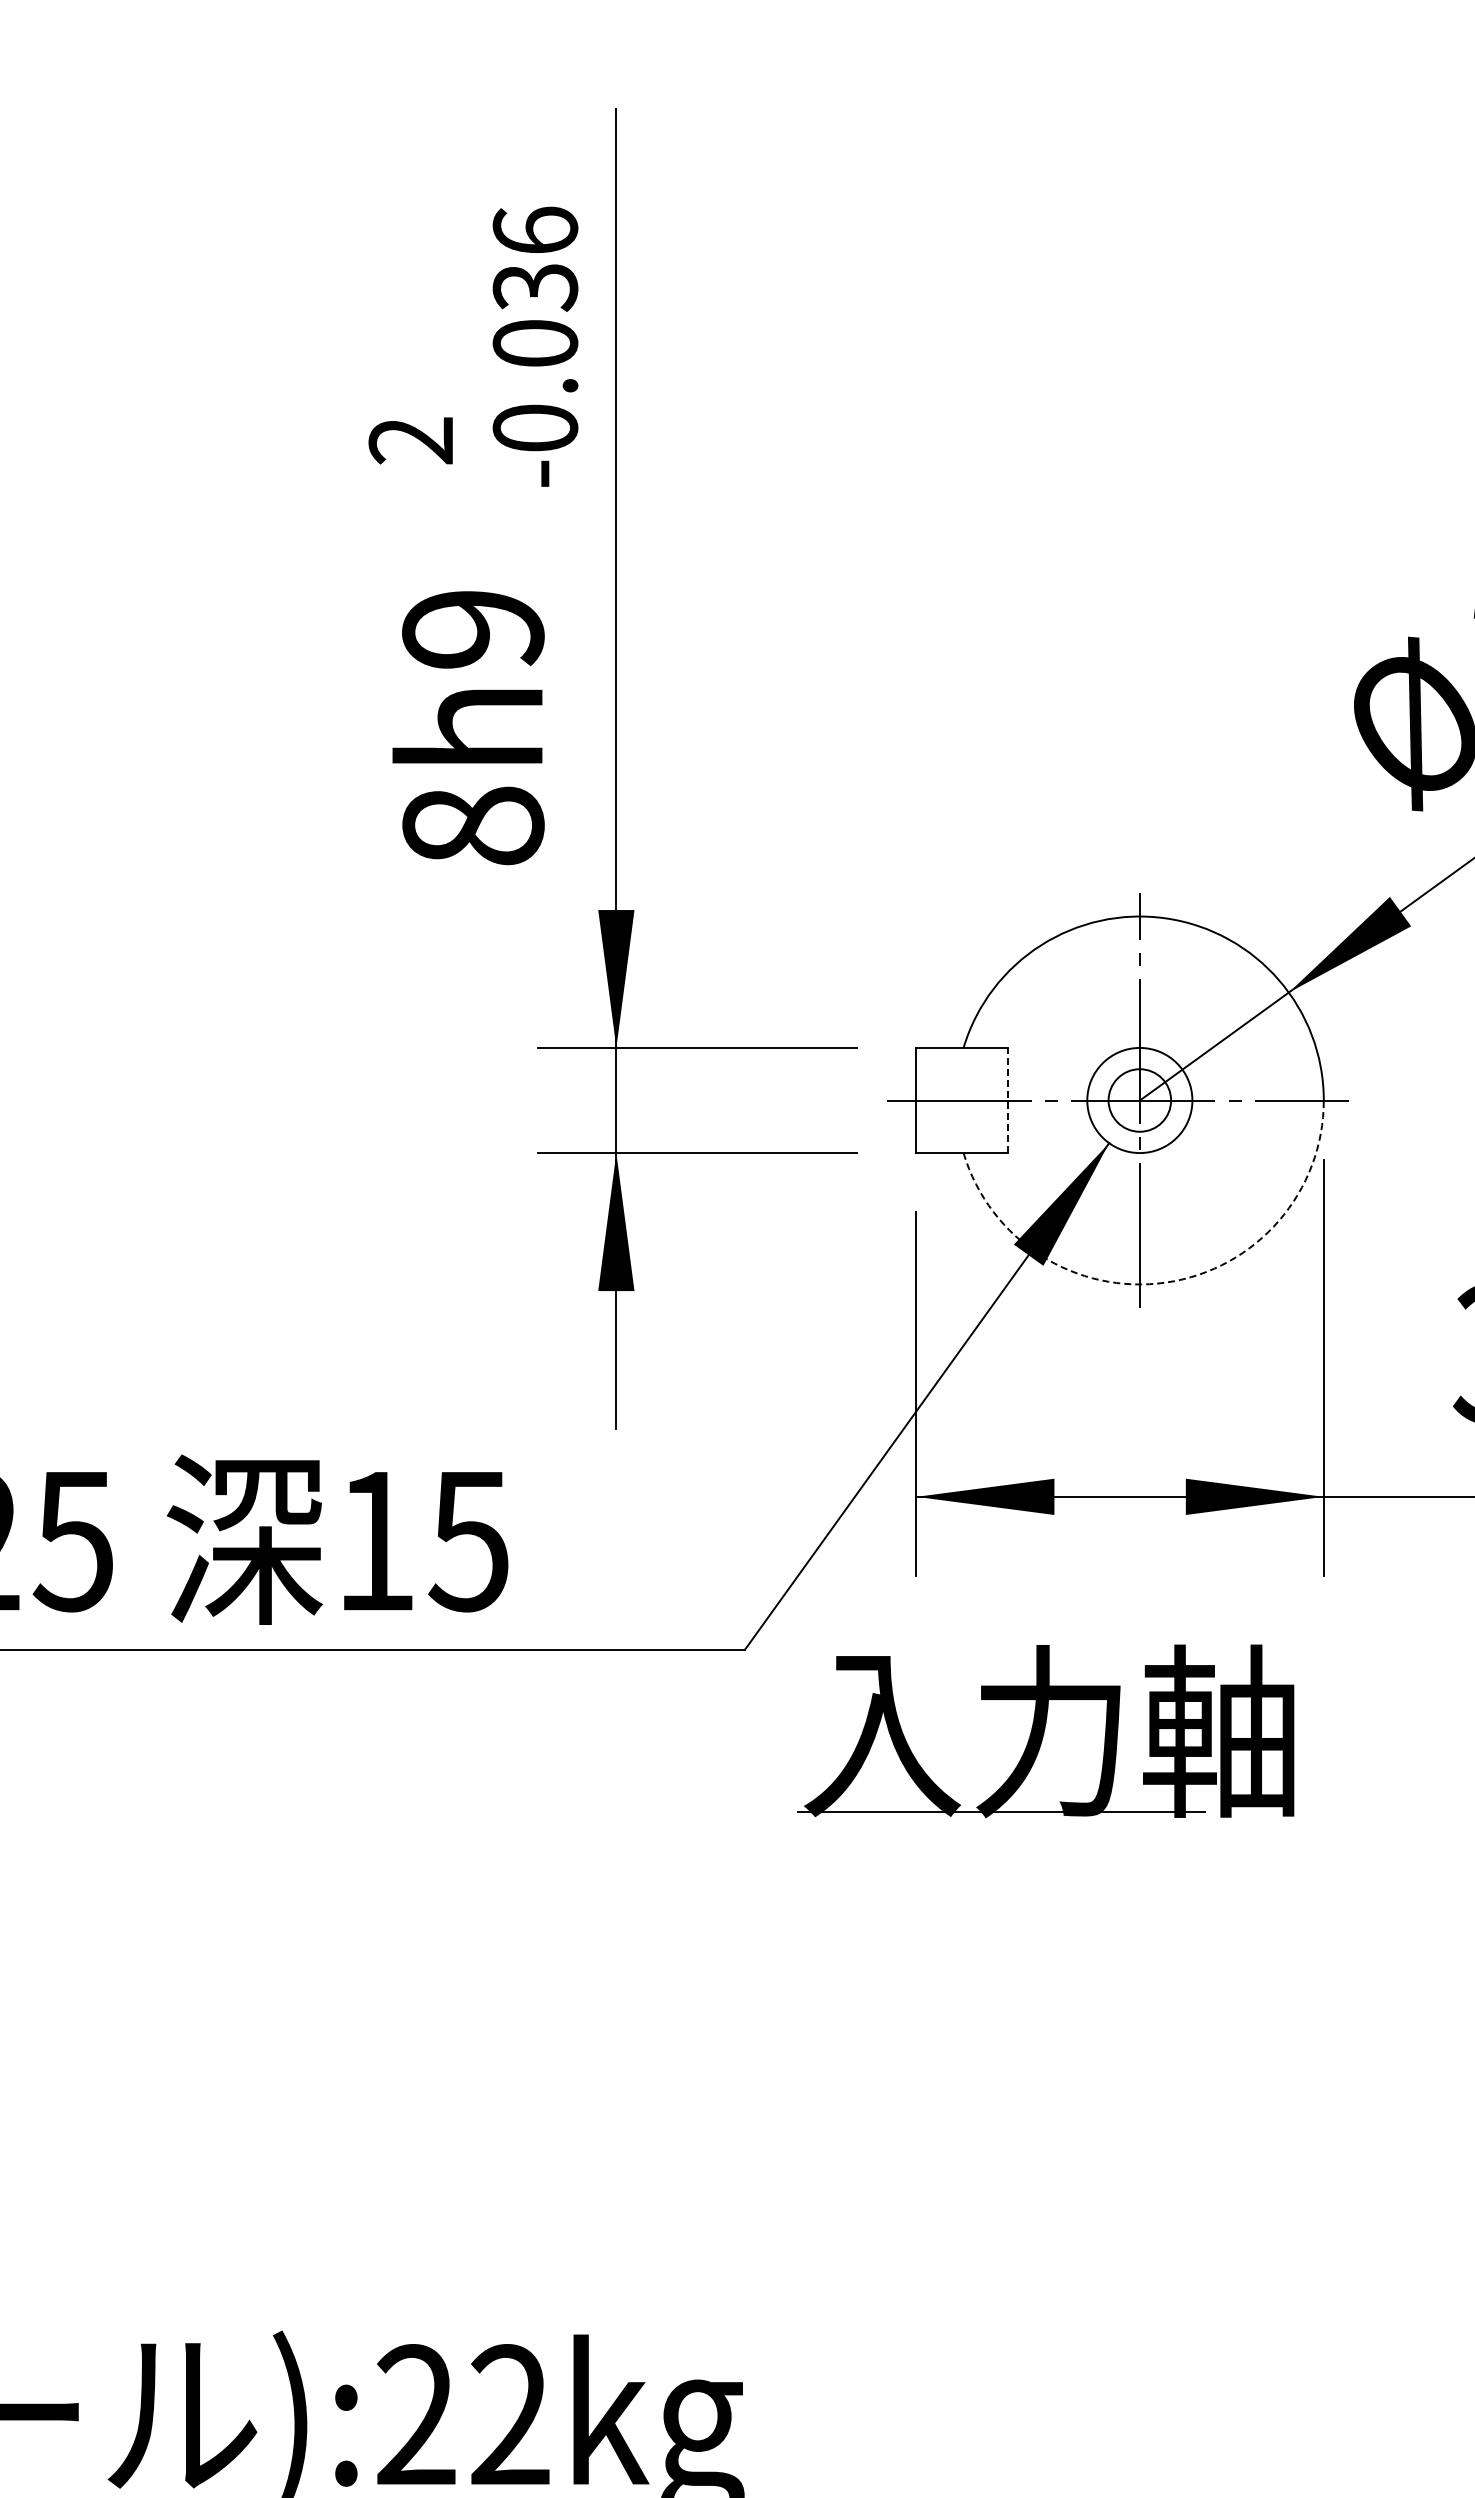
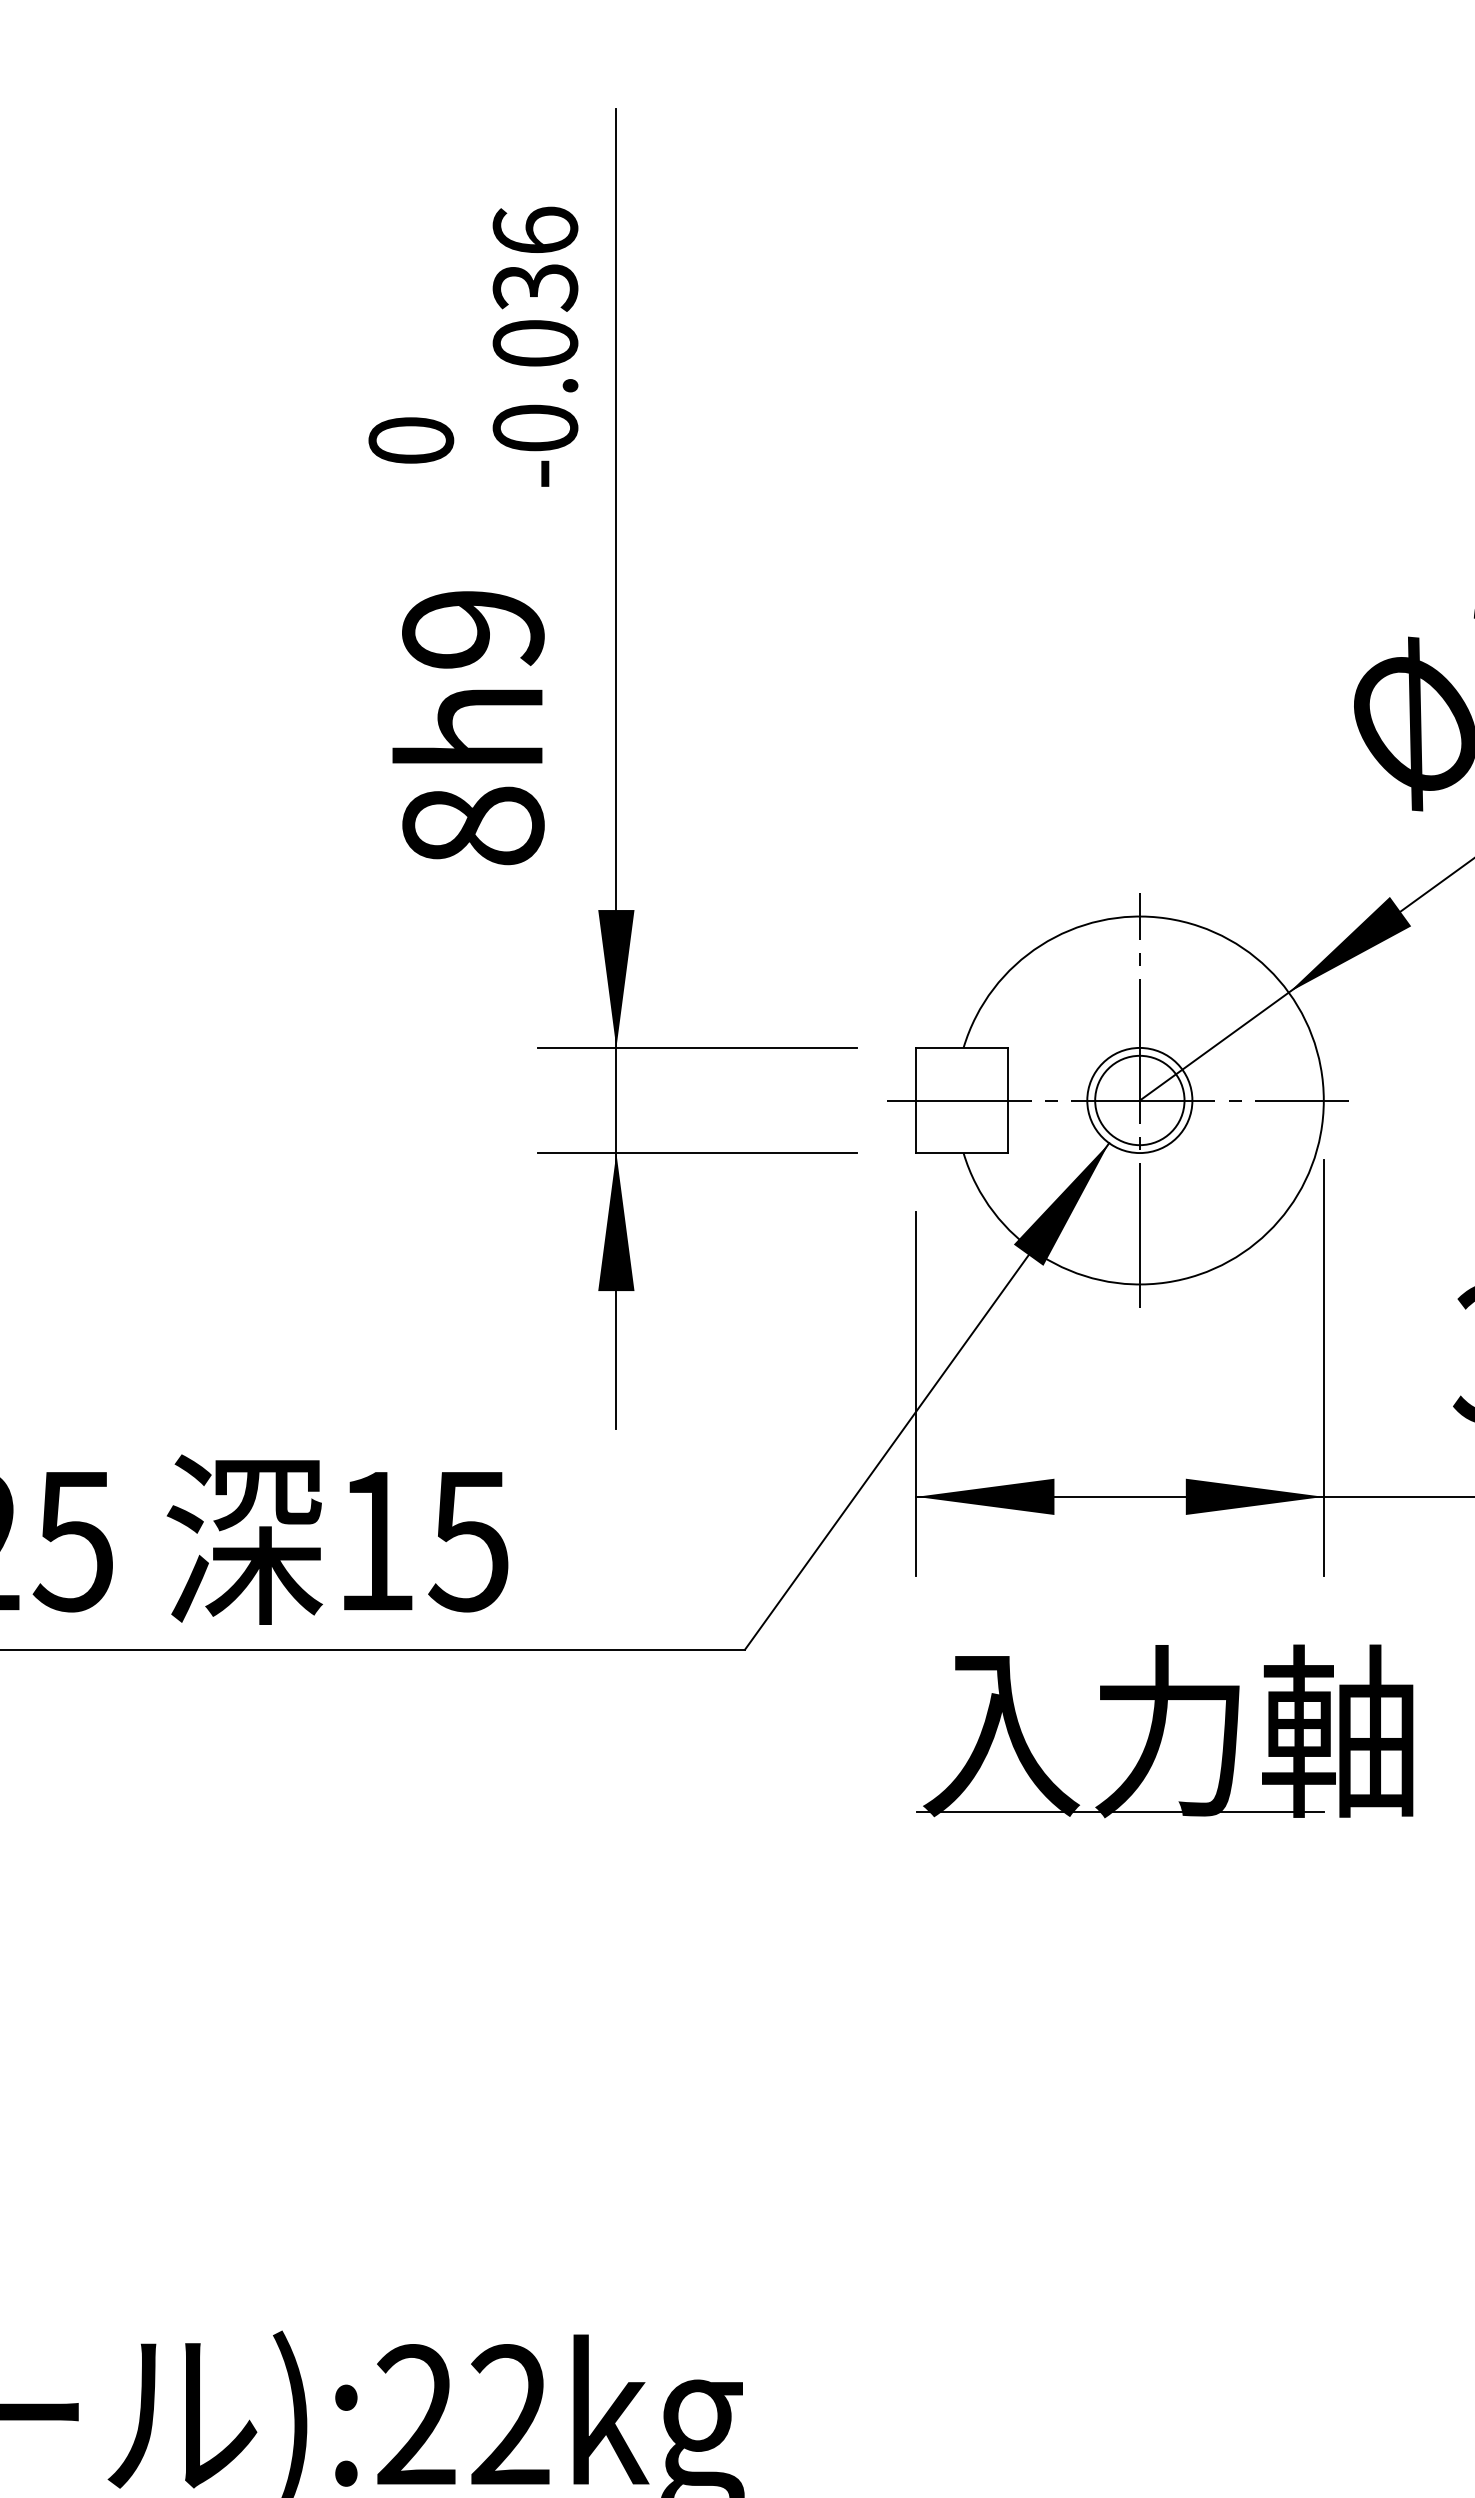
text at (411, 440): 2 -> 0
line at (1008, 1100): dashed -> solid
circle at (1139, 1100) diameter: 63 px -> 89 px
arc at (1166, 1282): dashed -> solid
part at (1045, 1731) position: (1045, 1731) -> (1164, 1731)
